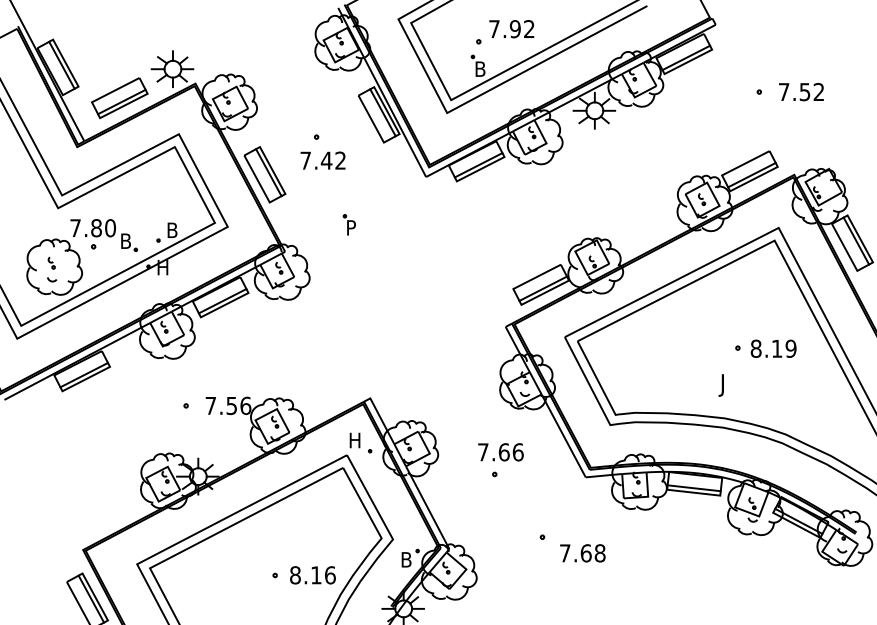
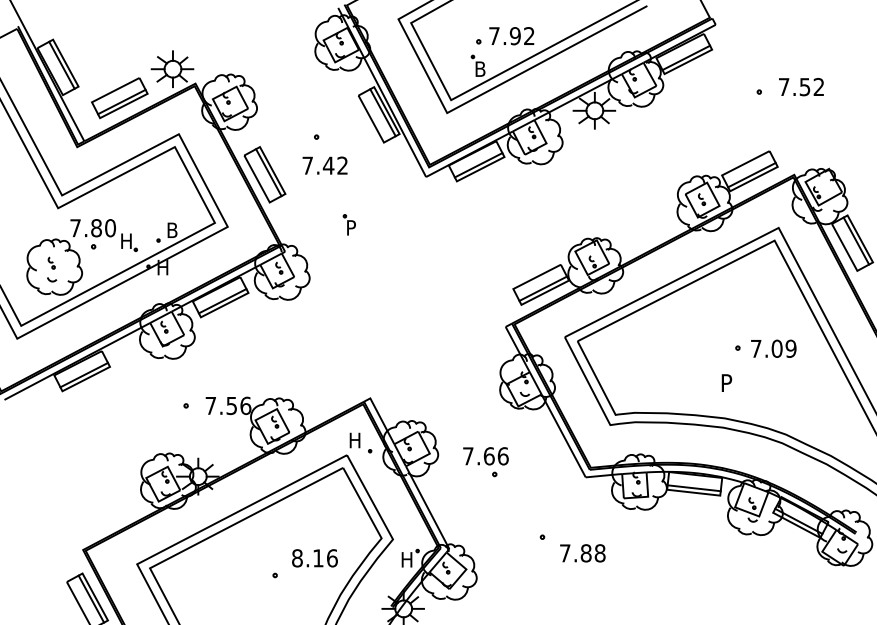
text at (511, 29) position: (511, 29) -> (511, 36)
text at (801, 92) position: (801, 92) -> (801, 87)
text at (322, 160) position: (322, 160) -> (324, 165)
text at (127, 240): B -> H
text at (766, 348): 8.19 -> 7.09
text at (725, 385): J -> P
text at (500, 452) position: (500, 452) -> (485, 456)
text at (585, 553): 7.68 -> 7.88
text at (407, 559): B -> H
text at (312, 575) position: (312, 575) -> (314, 558)
